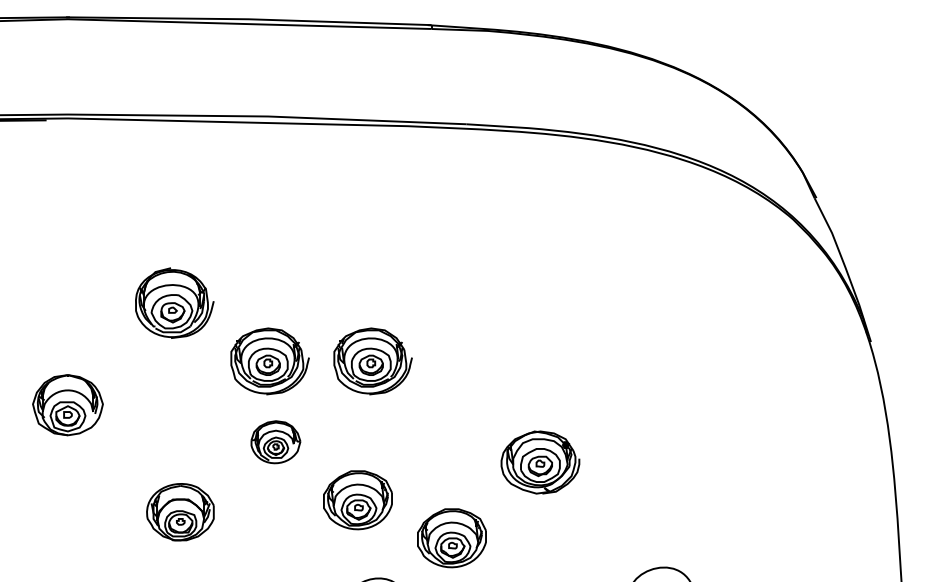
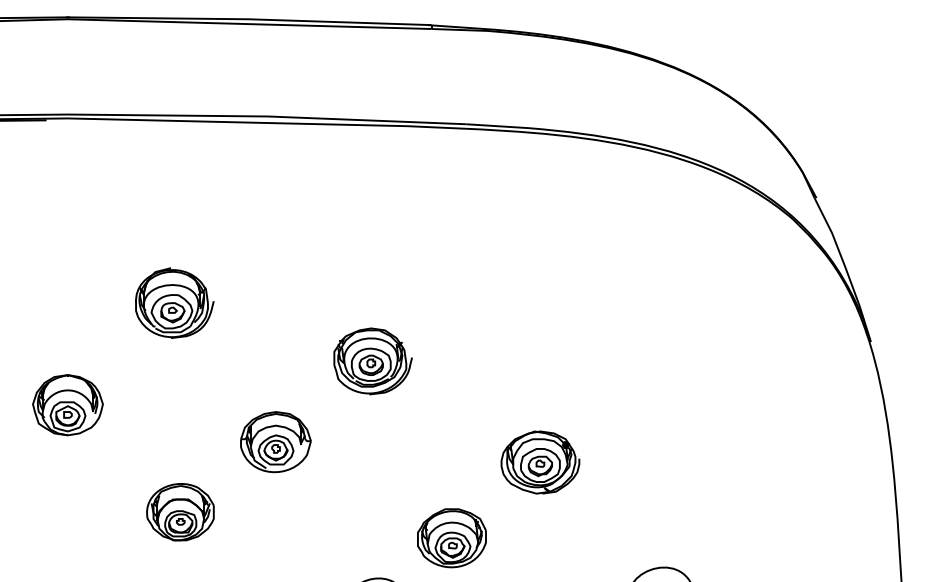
part at (269, 361): present -> none
part at (275, 442) size: 52x45 px -> 72x63 px
part at (357, 500): present -> none
